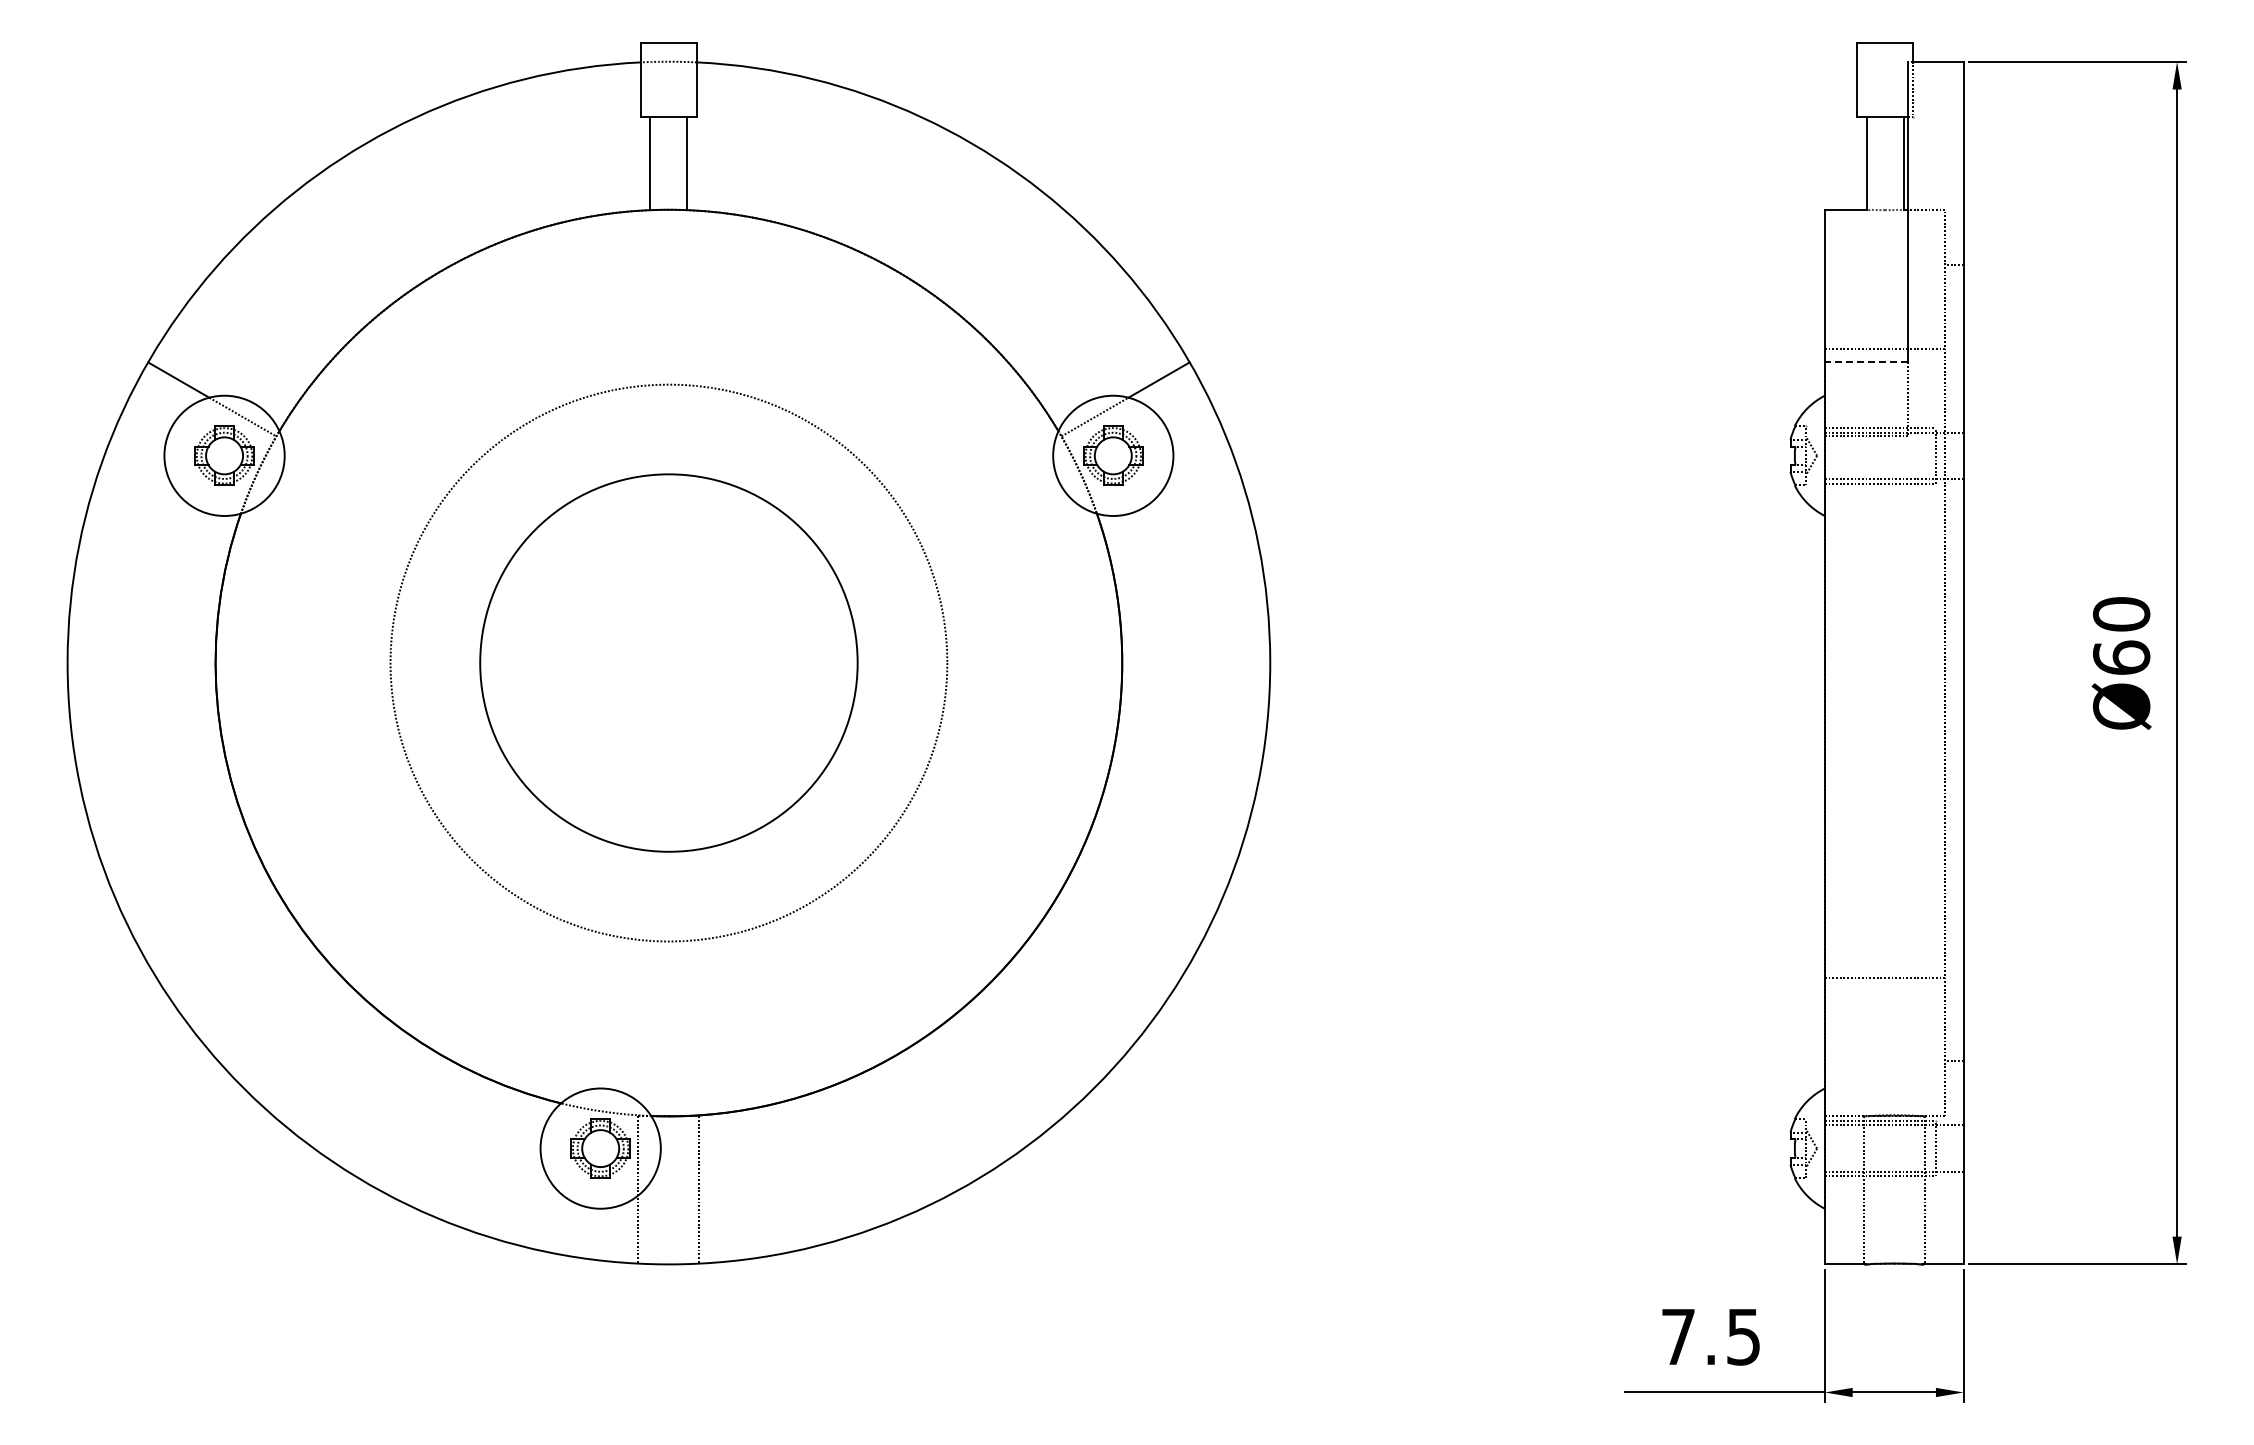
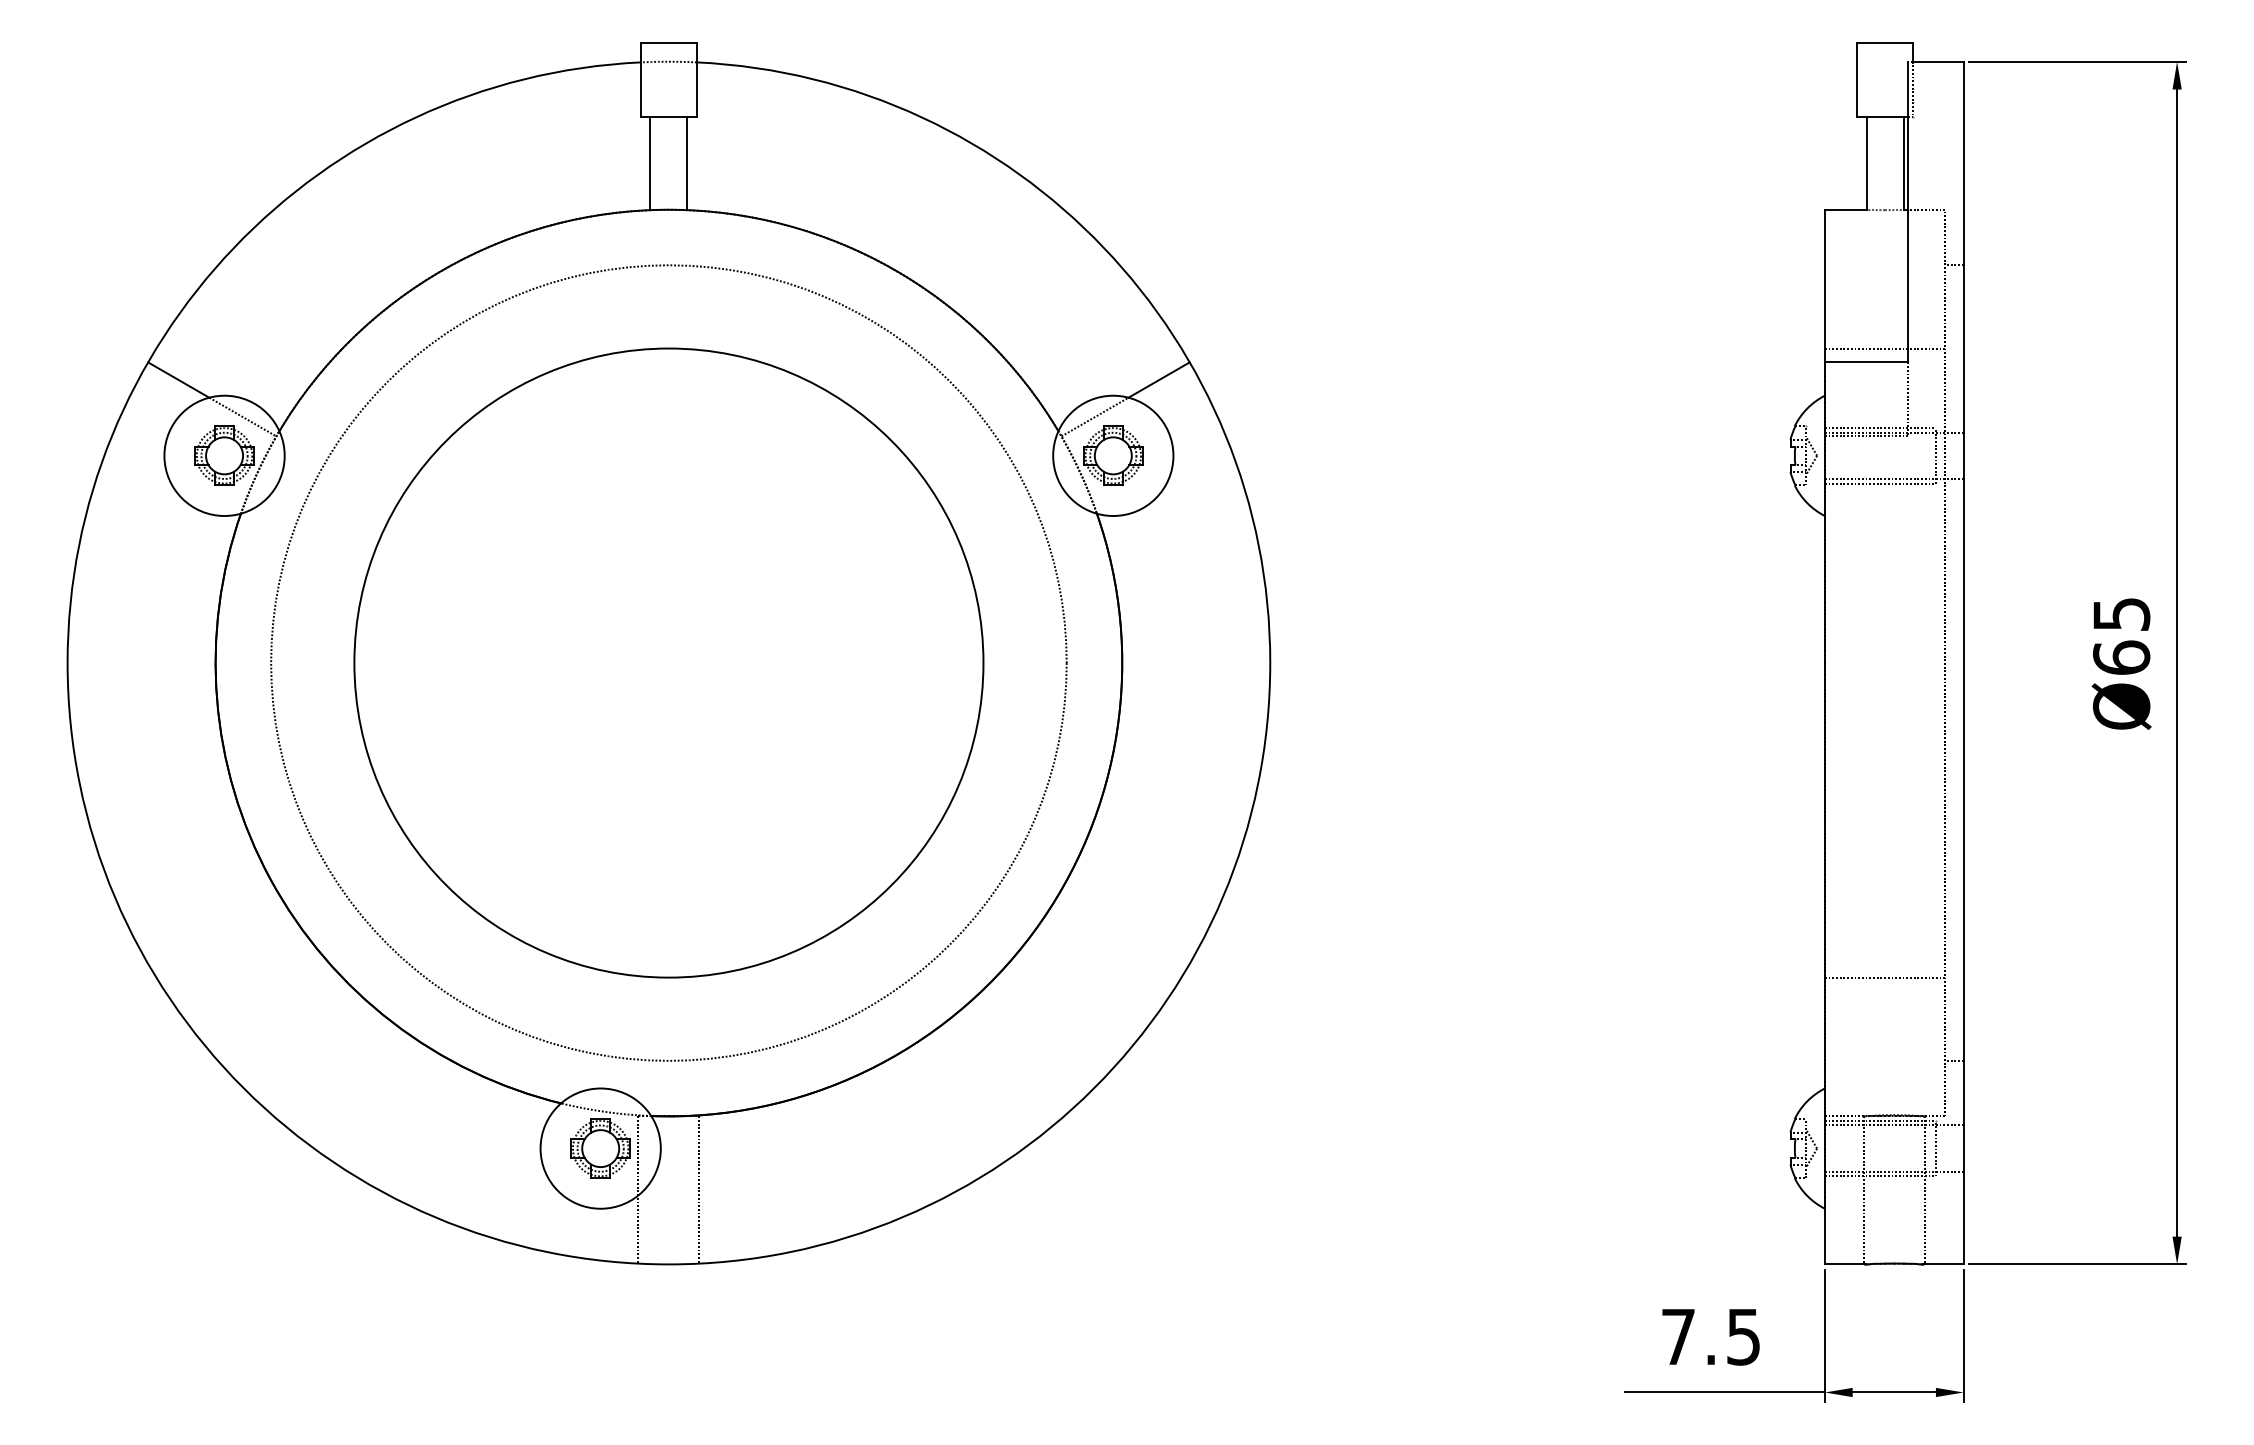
line at (1866, 362): dashed -> solid
text at (2121, 614): Ø60 -> Ø65
circle at (668, 662) diameter: 377 px -> 629 px
circle at (668, 662) diameter: 557 px -> 796 px
